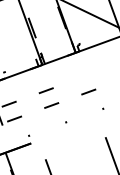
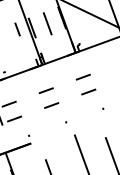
line at (47, 23): none -> present
line at (17, 29): none -> present
line at (82, 76): none -> present
line at (81, 152): none -> present
